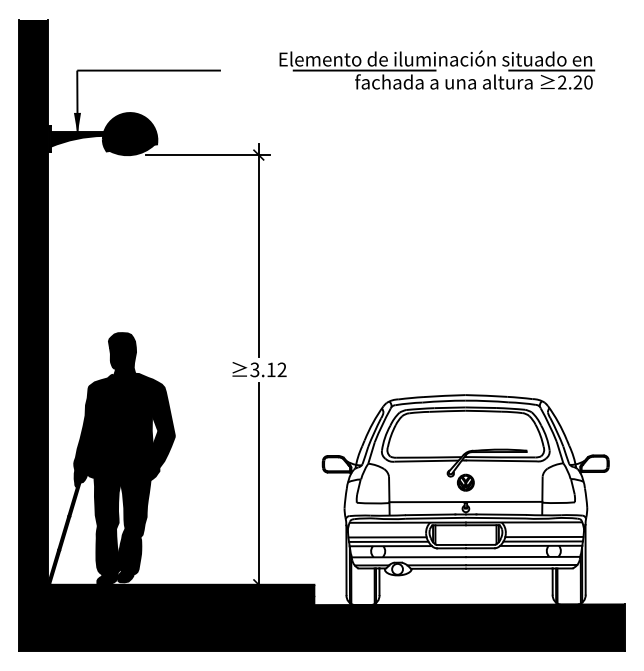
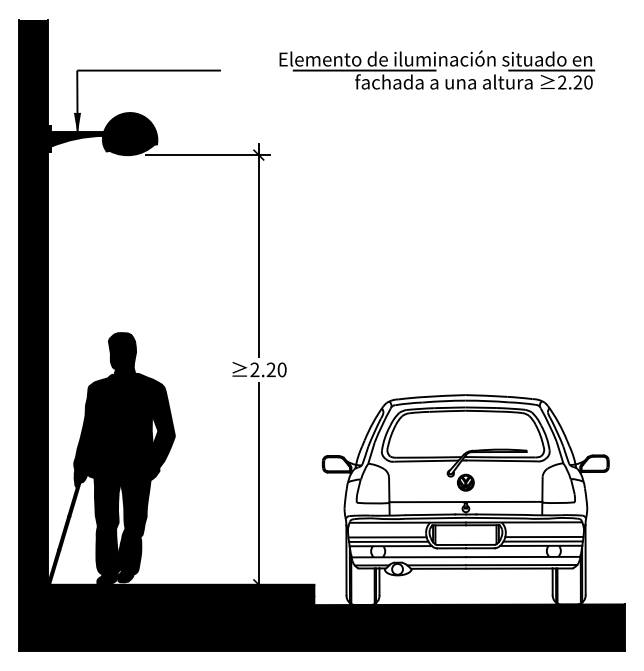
text at (268, 369): 3.12 -> 2.20
